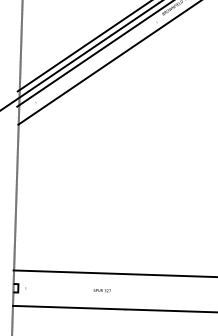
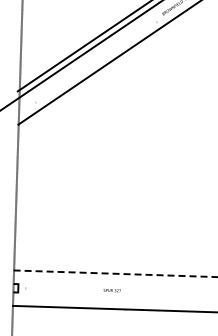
line at (94, 54): present -> none
line at (115, 273): solid -> dashed
text at (101, 290) position: (101, 290) -> (111, 290)
